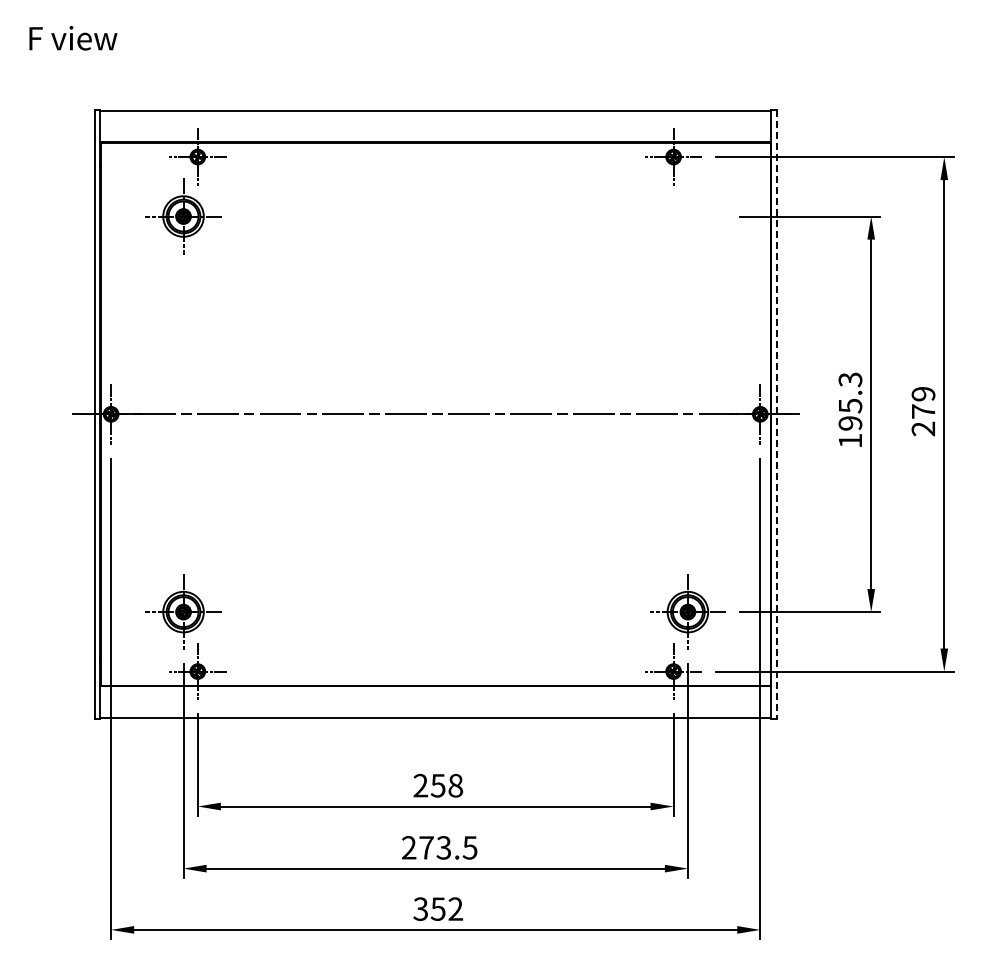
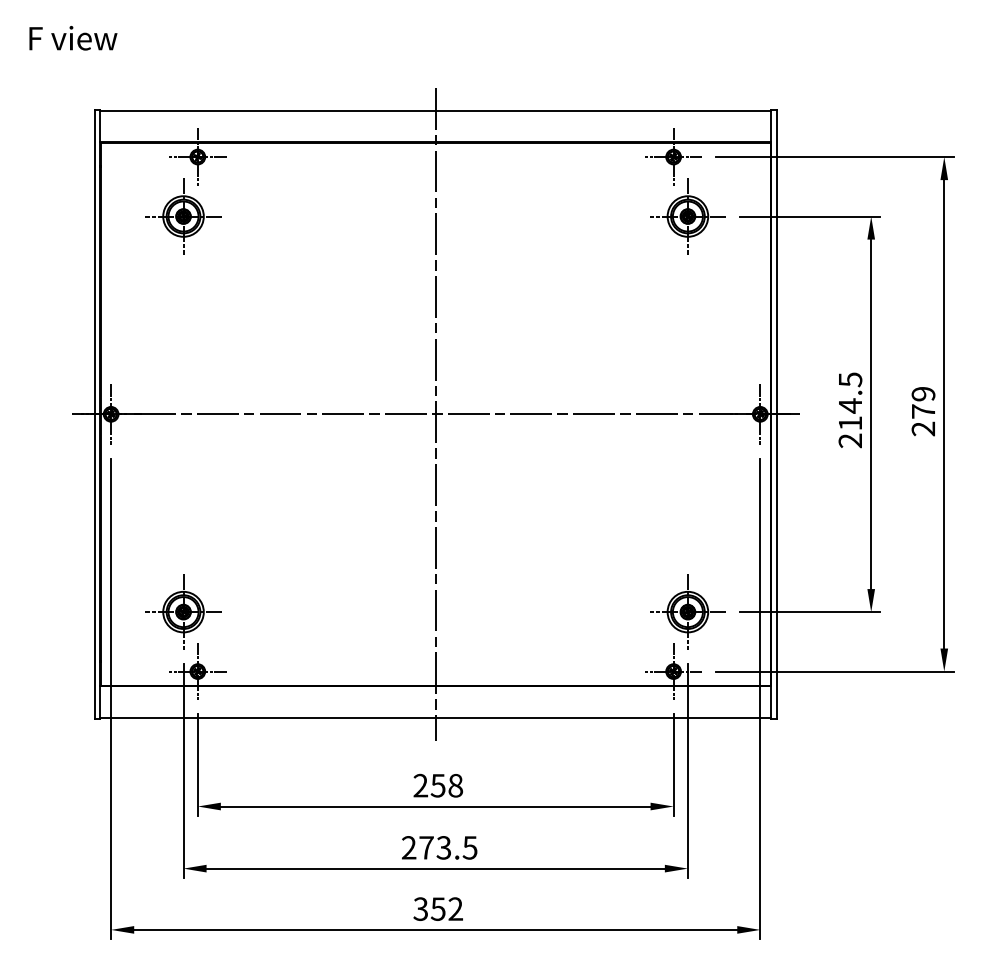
part at (687, 216): none -> present
text at (850, 410): 195.3 -> 214.5
line at (435, 413): none -> present
line at (776, 414): dashed -> solid
